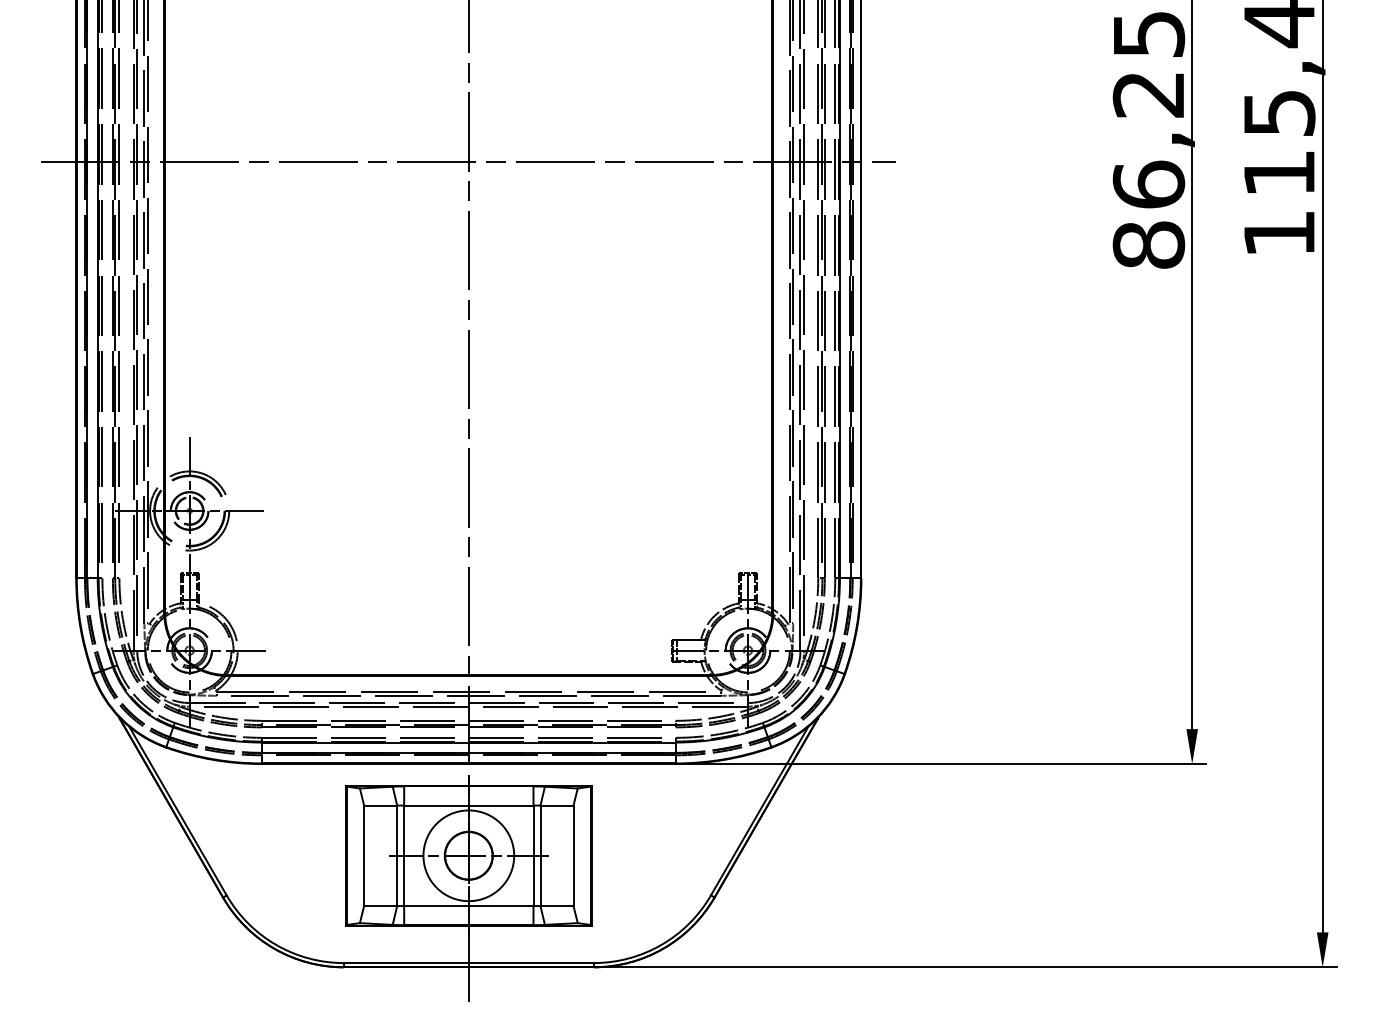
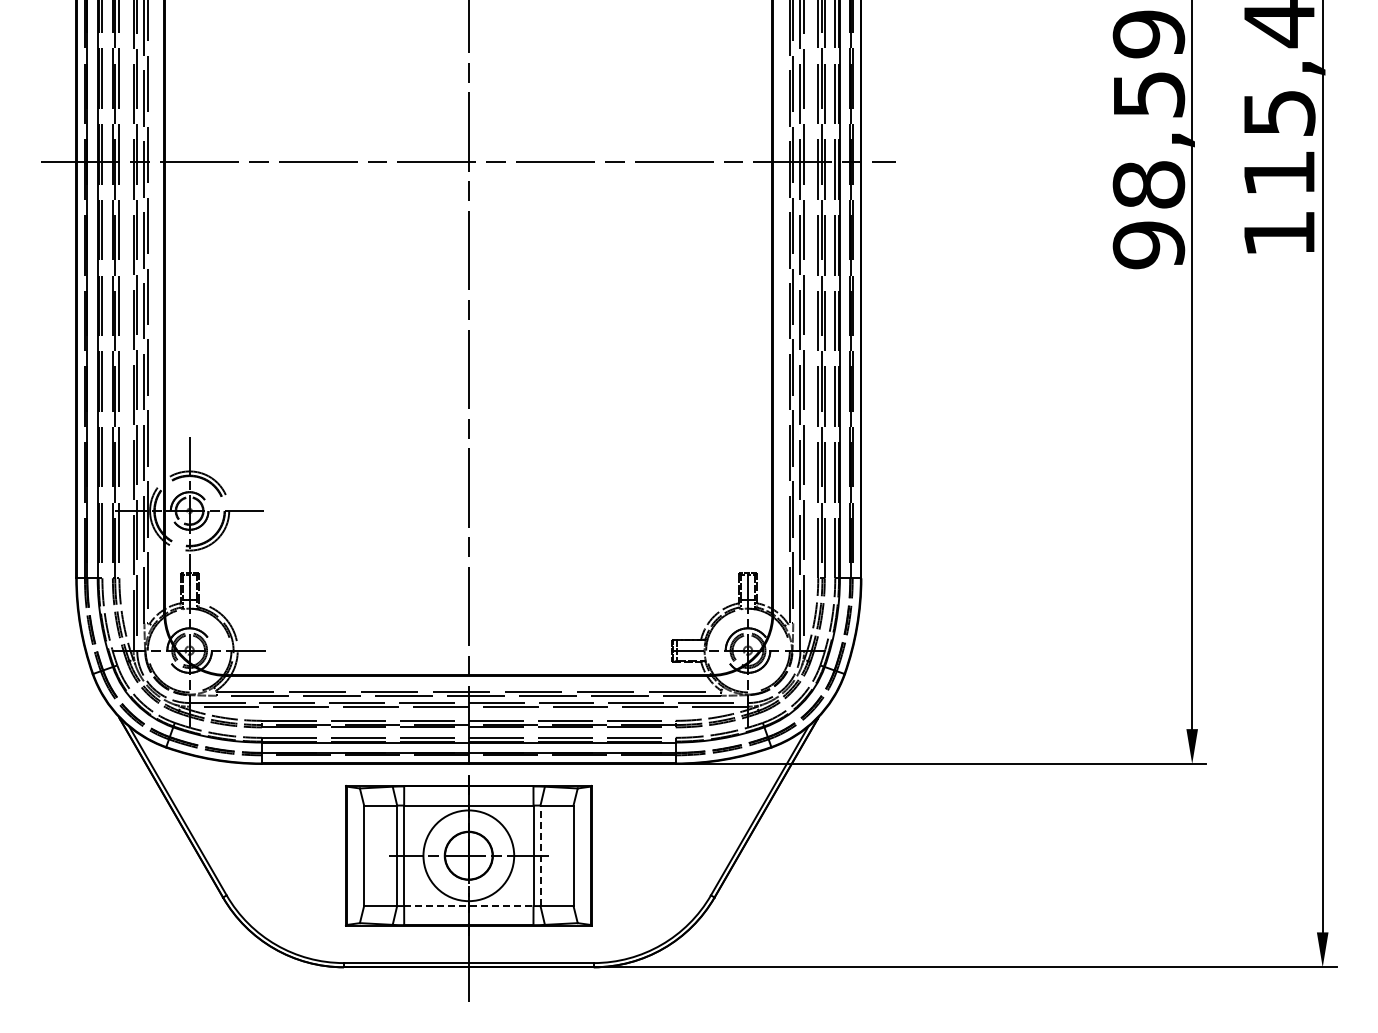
text at (1148, 139): 86,25 -> 98,59
line at (540, 855): solid -> dashed
line at (468, 906): solid -> dashed
